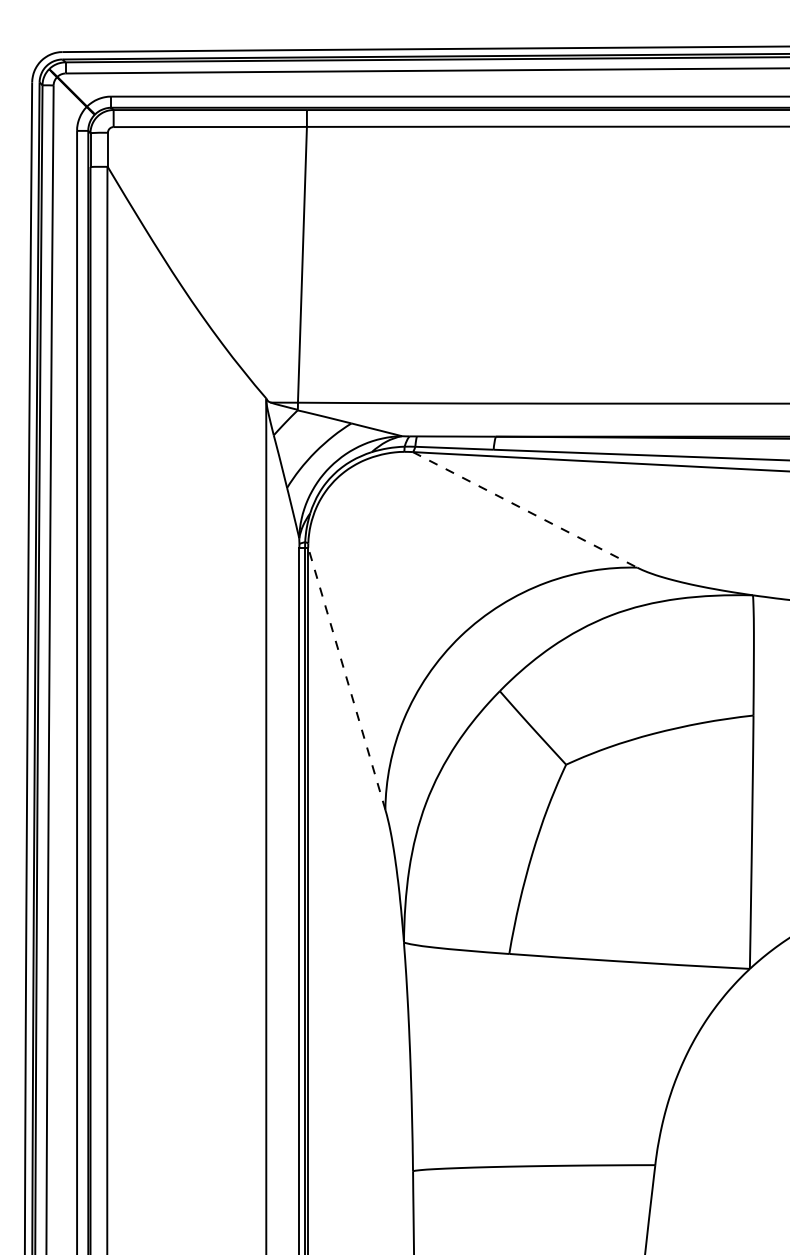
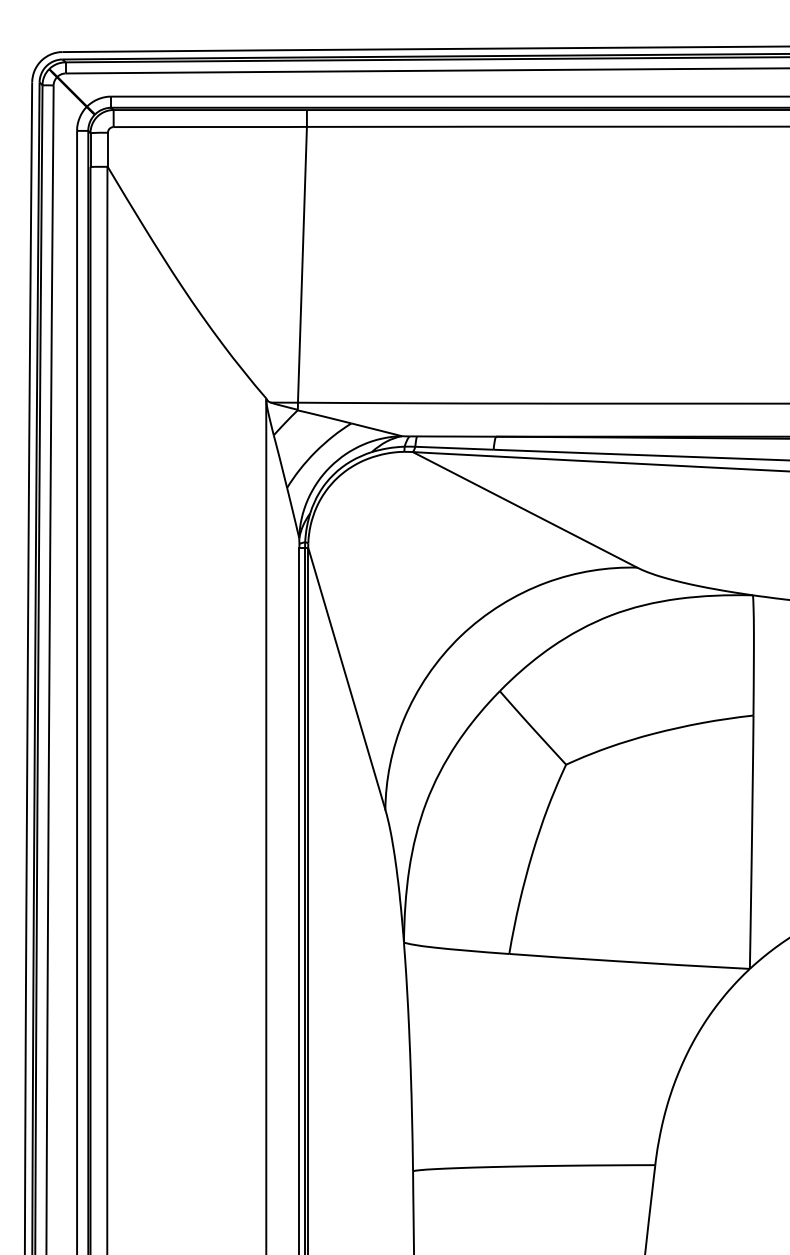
line at (525, 510): dashed -> solid
line at (346, 678): dashed -> solid
